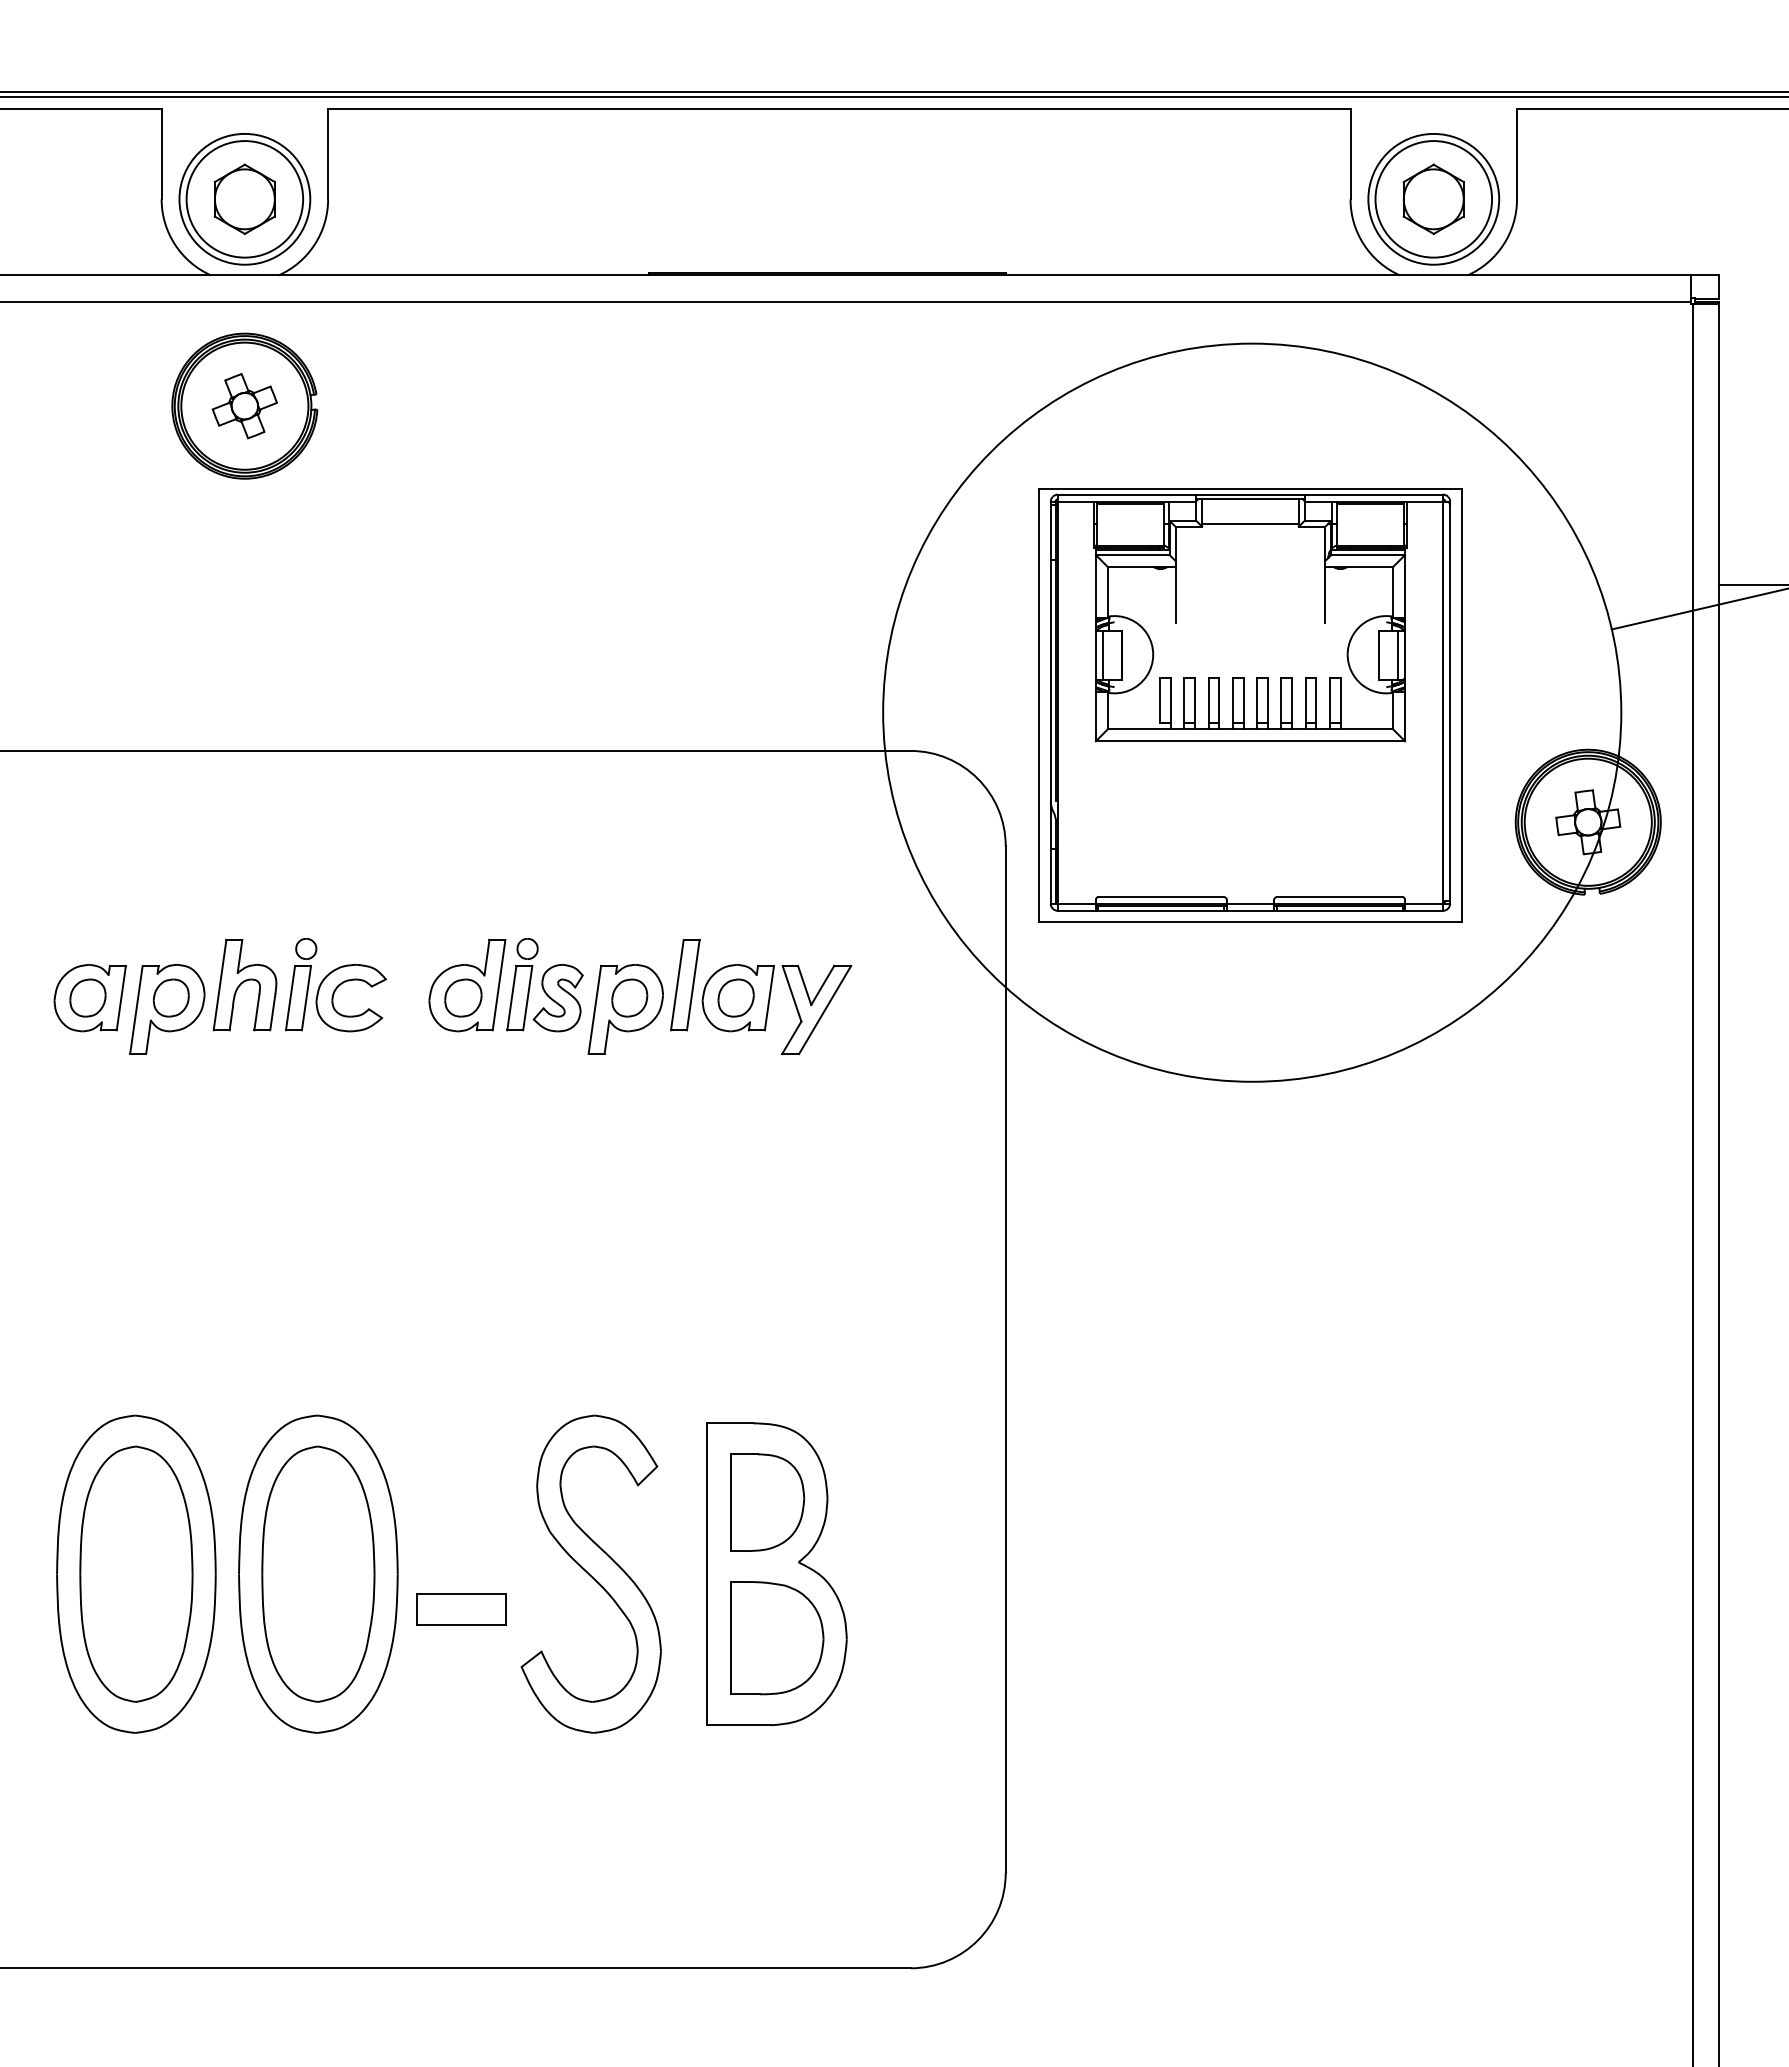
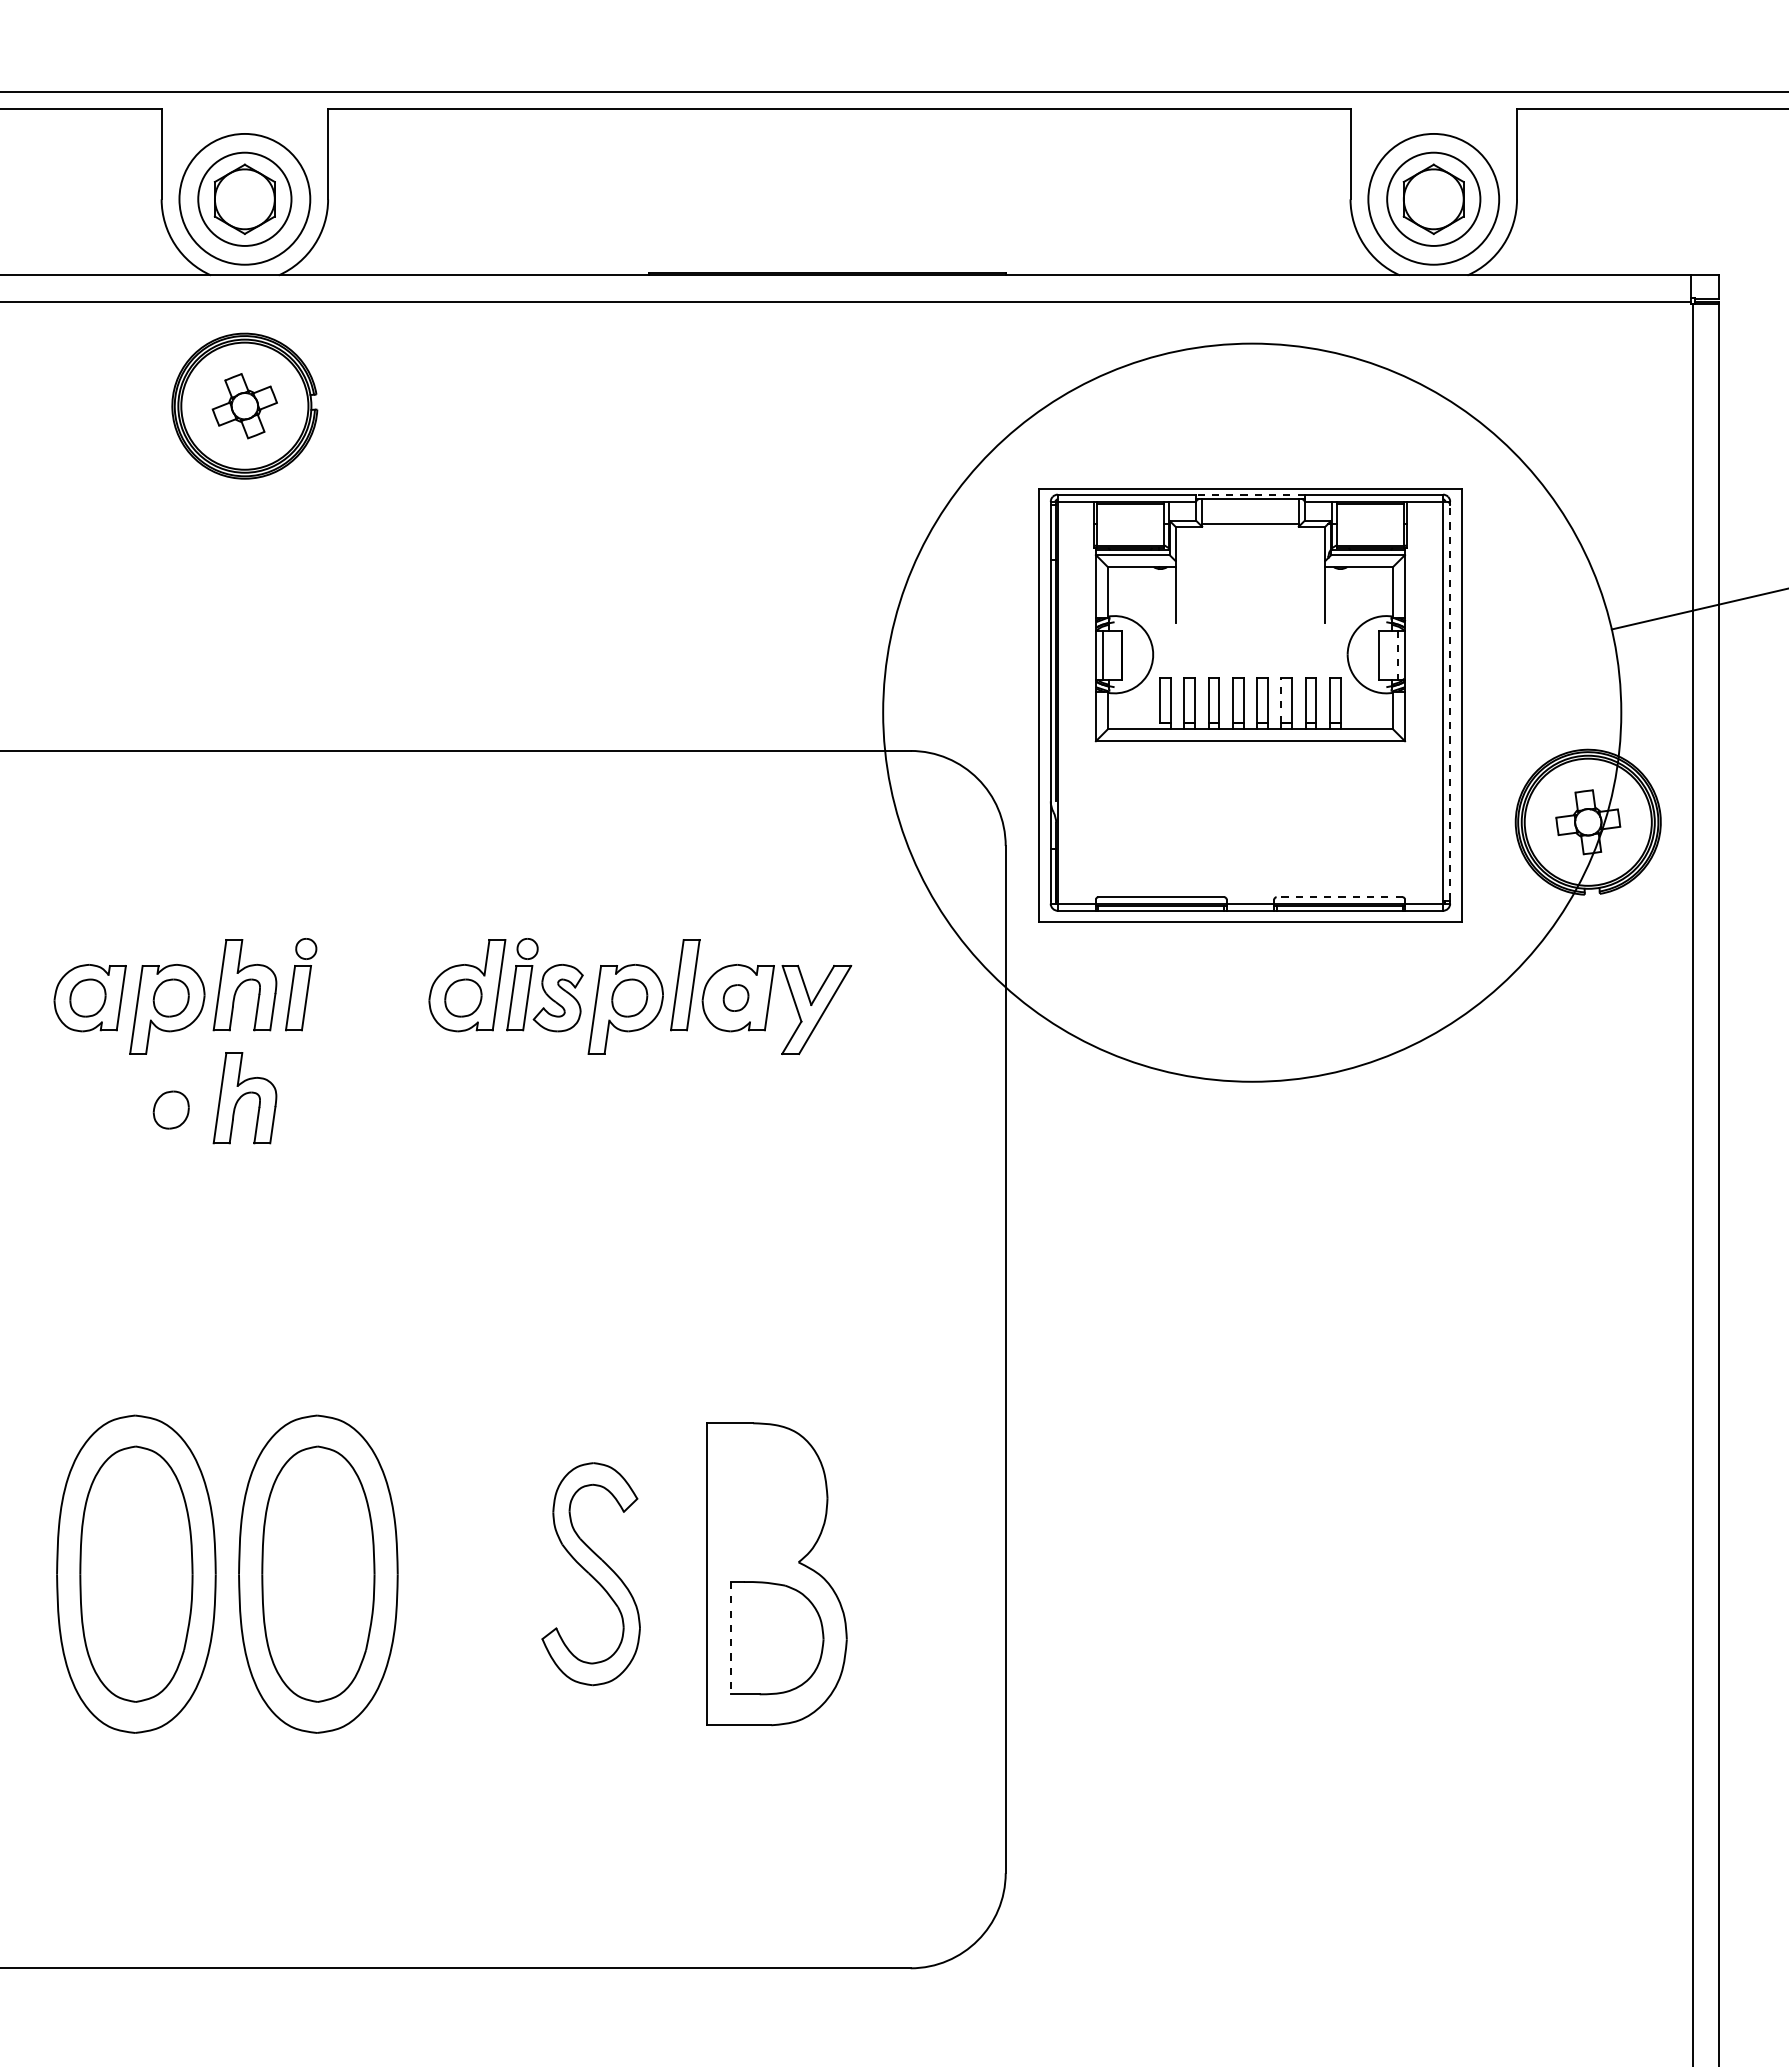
line at (893, 97): present -> none
circle at (244, 199) diameter: 117 px -> 93 px
circle at (1433, 199) diameter: 117 px -> 93 px
line at (1249, 494): solid -> dashed
line at (1752, 584): present -> none
line at (1398, 655): solid -> dashed
line at (1281, 699): solid -> dashed
line at (1450, 702): solid -> dashed
line at (1339, 897): solid -> dashed
part at (342, 984): present -> none
part at (735, 997) size: 38x40 px -> 28x28 px
part at (244, 1098): none -> present
part at (170, 1109): none -> present
part at (767, 1502): present -> none
part at (590, 1573) size: 142x320 px -> 100x225 px
part at (461, 1609): present -> none
line at (730, 1638): solid -> dashed
